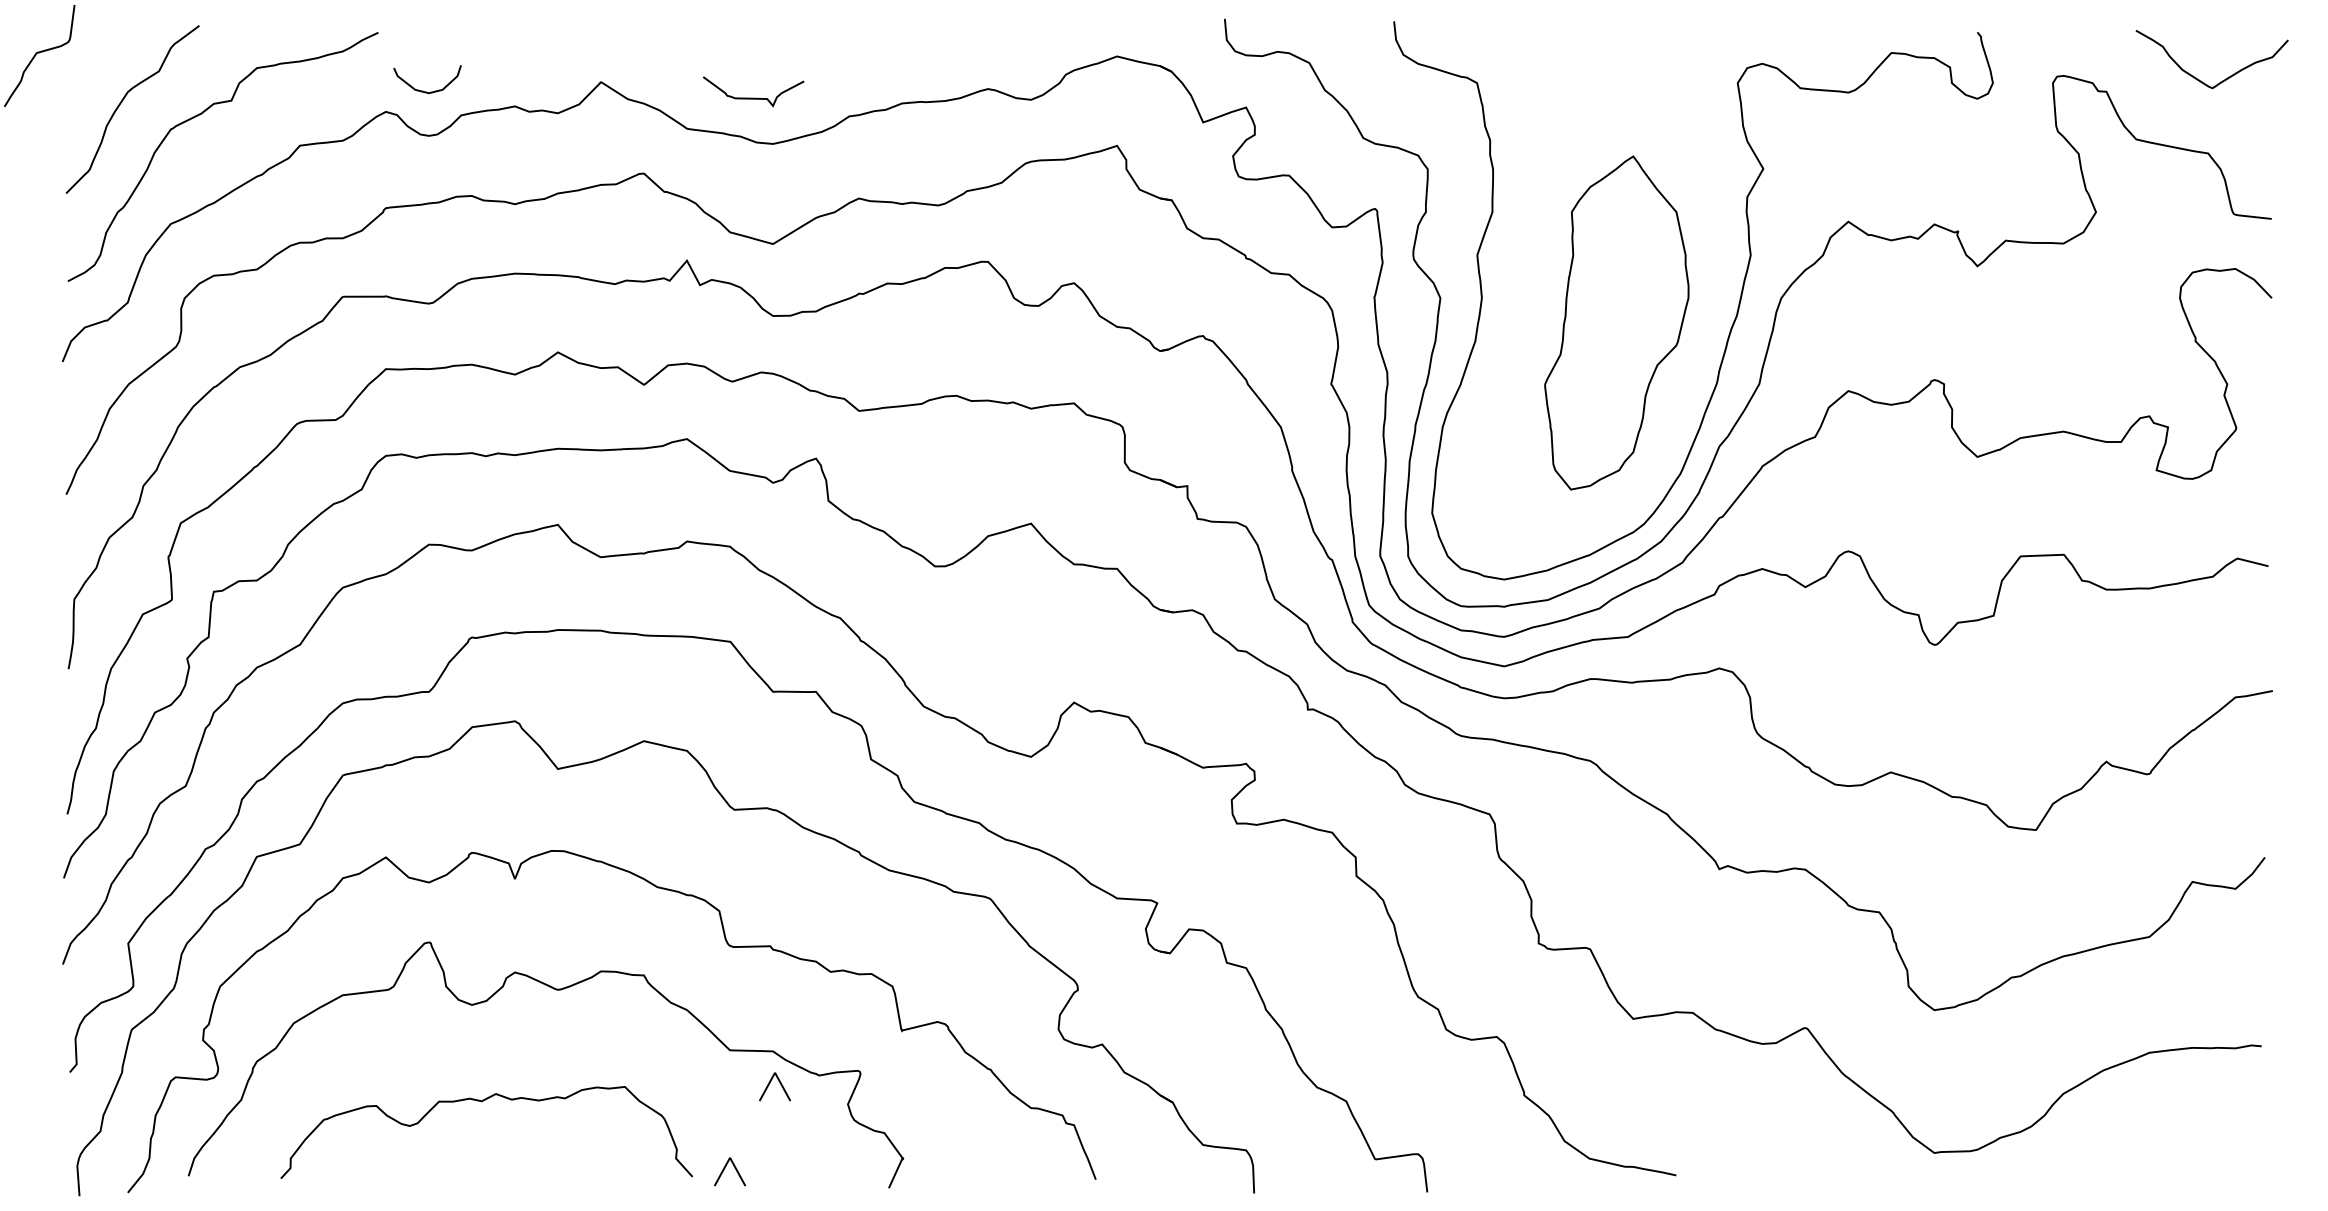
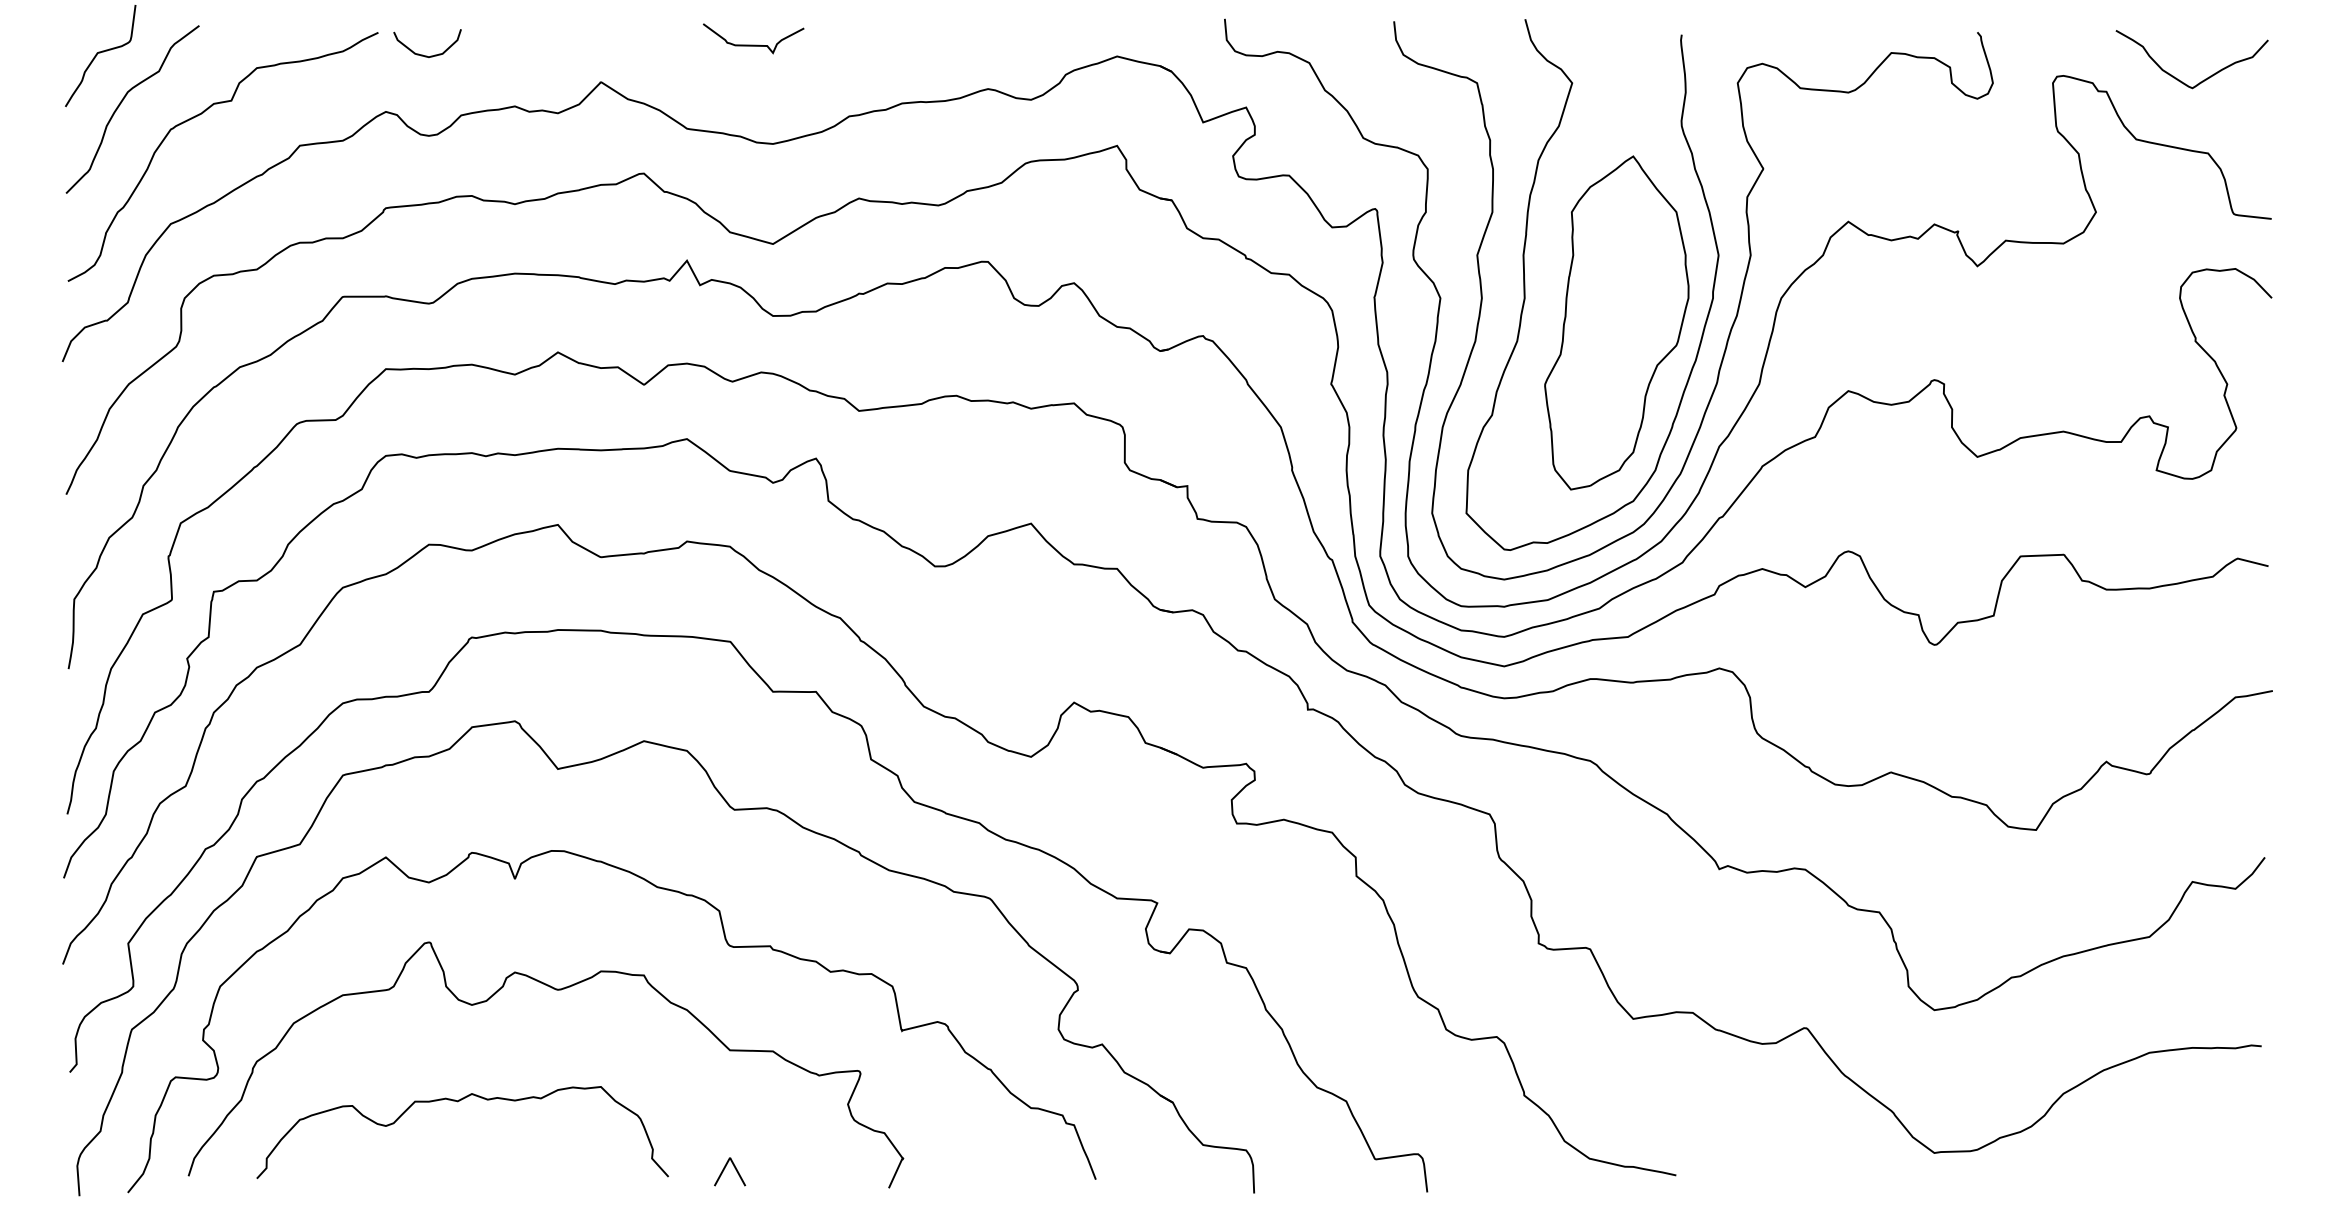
curve at (39, 53) position: (39, 53) -> (100, 53)
curve at (2199, 79) position: (2199, 79) -> (2179, 79)
curve at (427, 91) position: (427, 91) -> (427, 55)
curve at (753, 97) position: (753, 97) -> (753, 44)
curve at (1525, 284): none -> present
curve at (779, 1083): present -> none
curve at (481, 1102) position: (481, 1102) -> (457, 1102)
